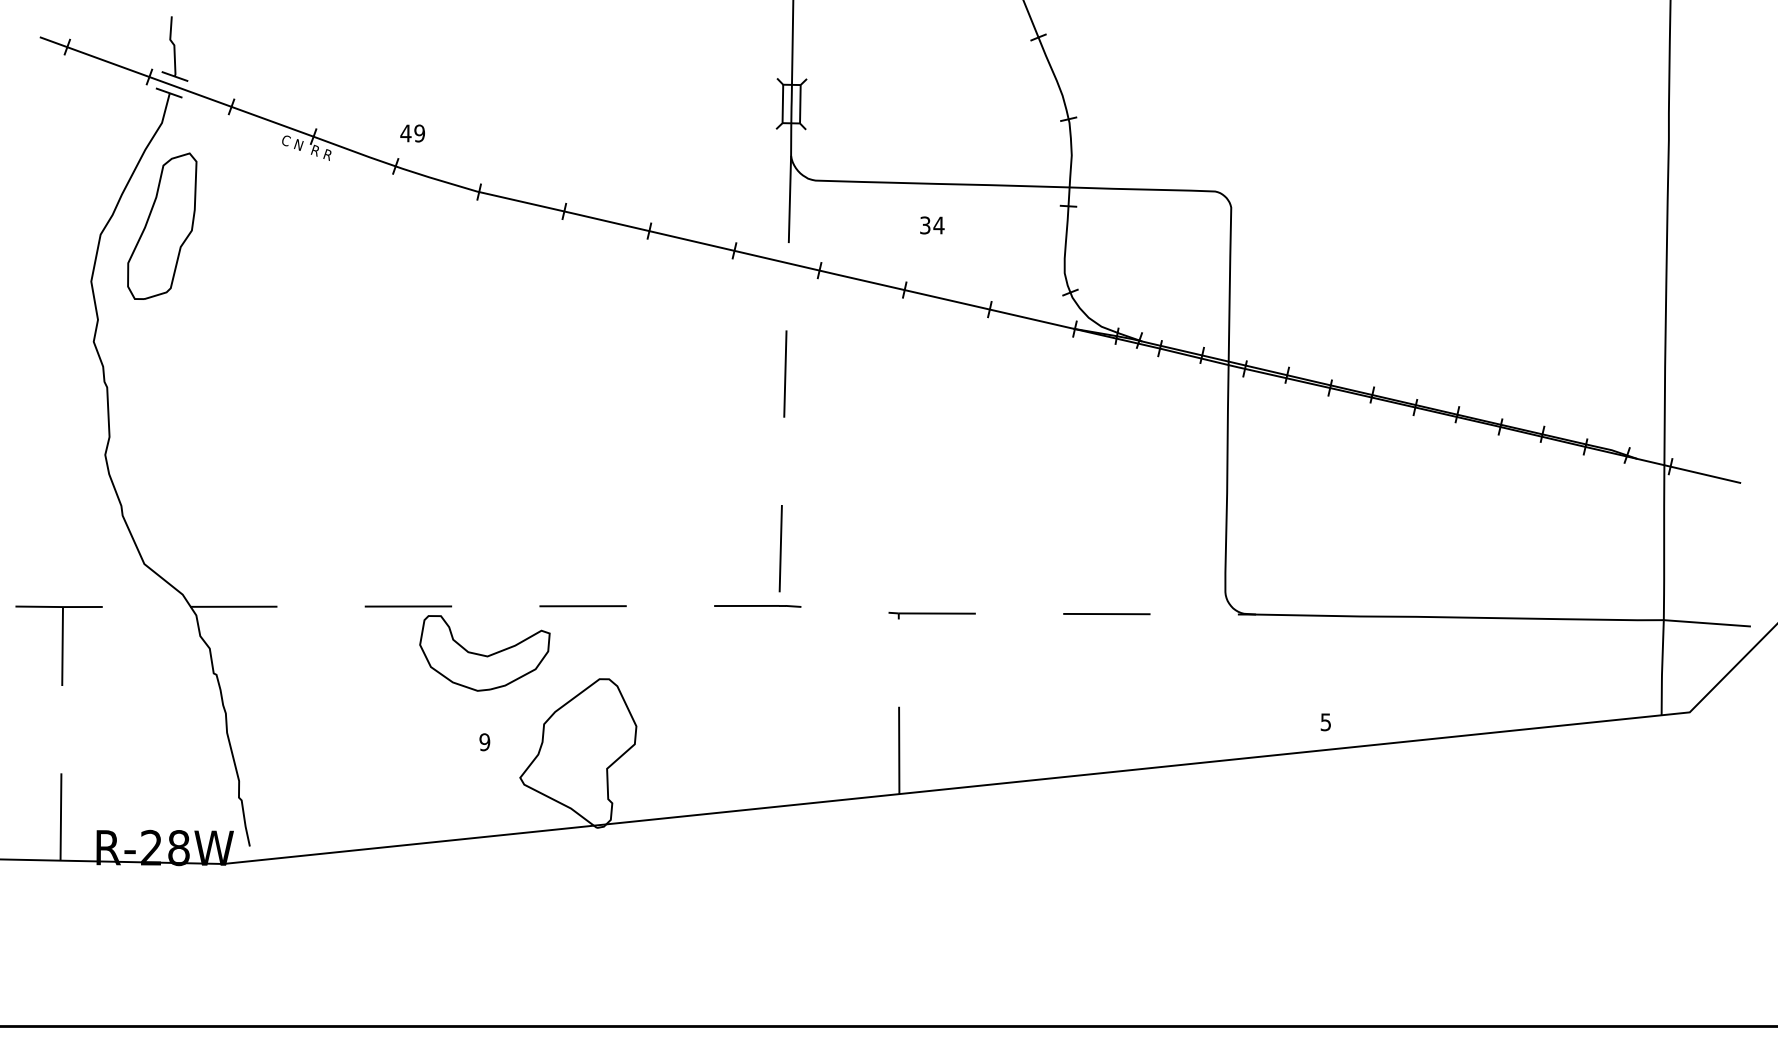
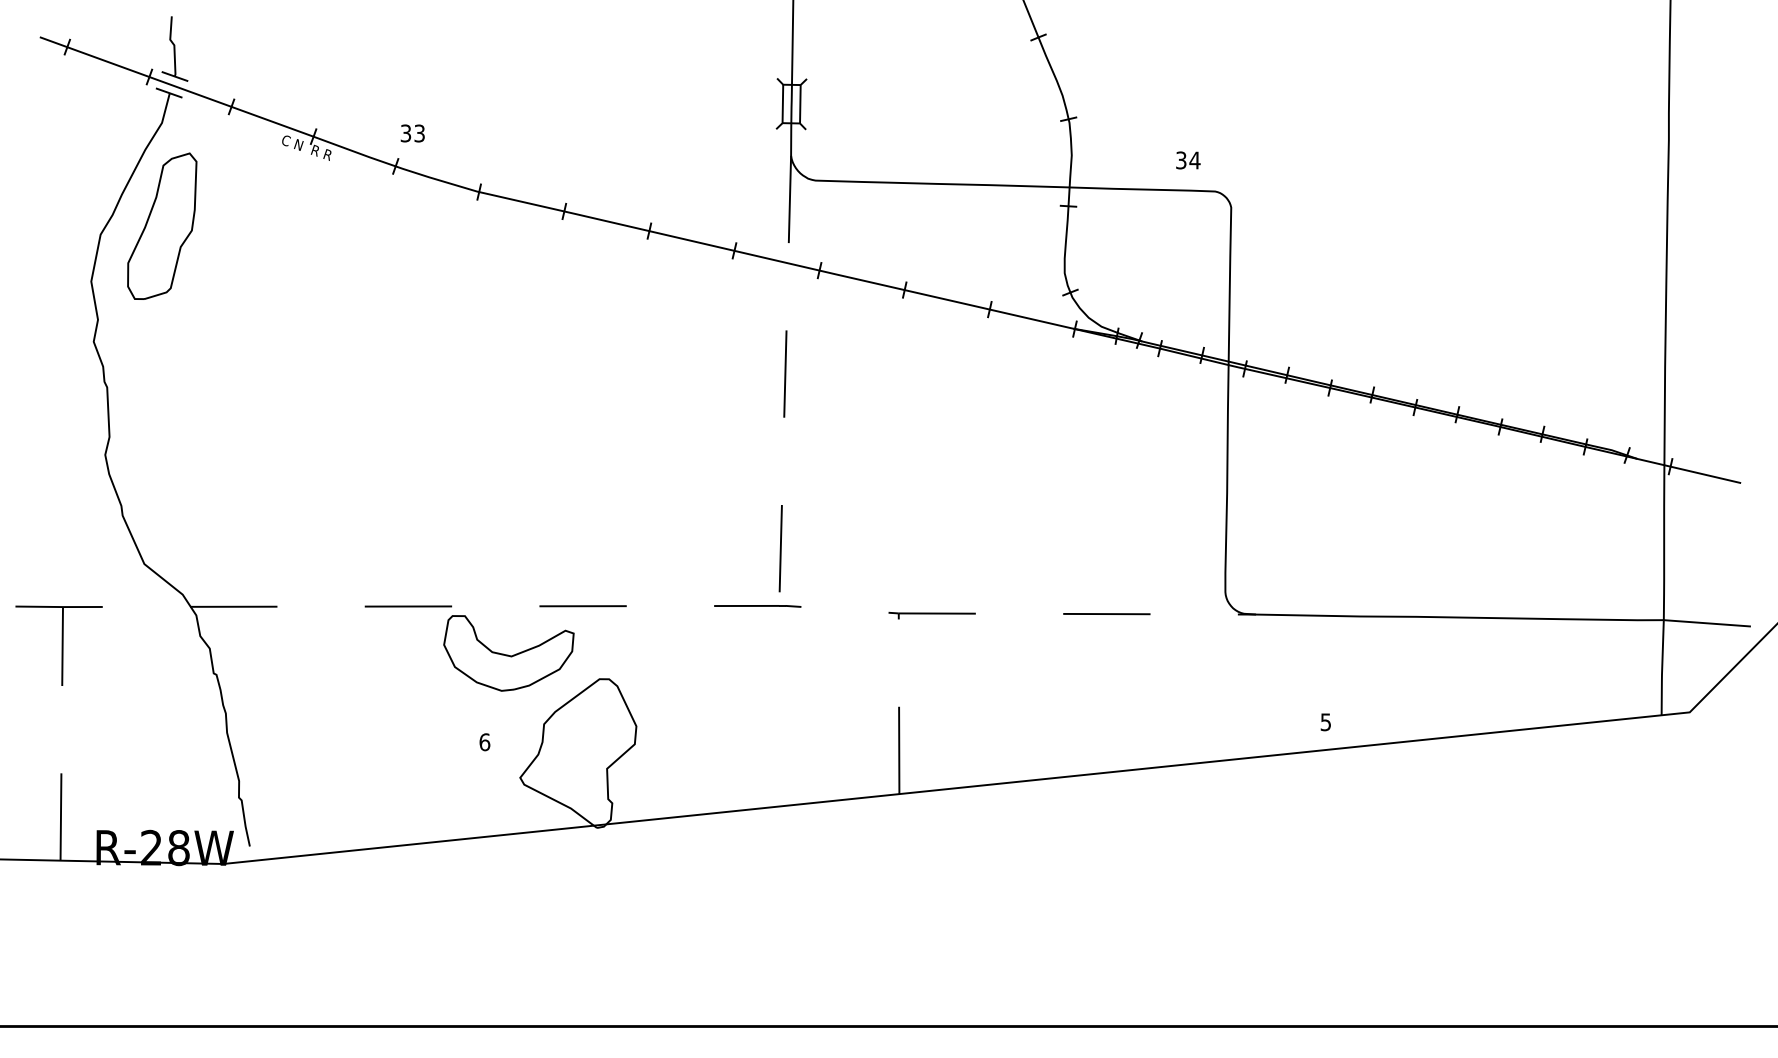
text at (412, 133): 49 -> 33
text at (932, 225) position: (932, 225) -> (1188, 160)
part at (484, 653) position: (484, 653) -> (508, 653)
text at (484, 742): 9 -> 6
